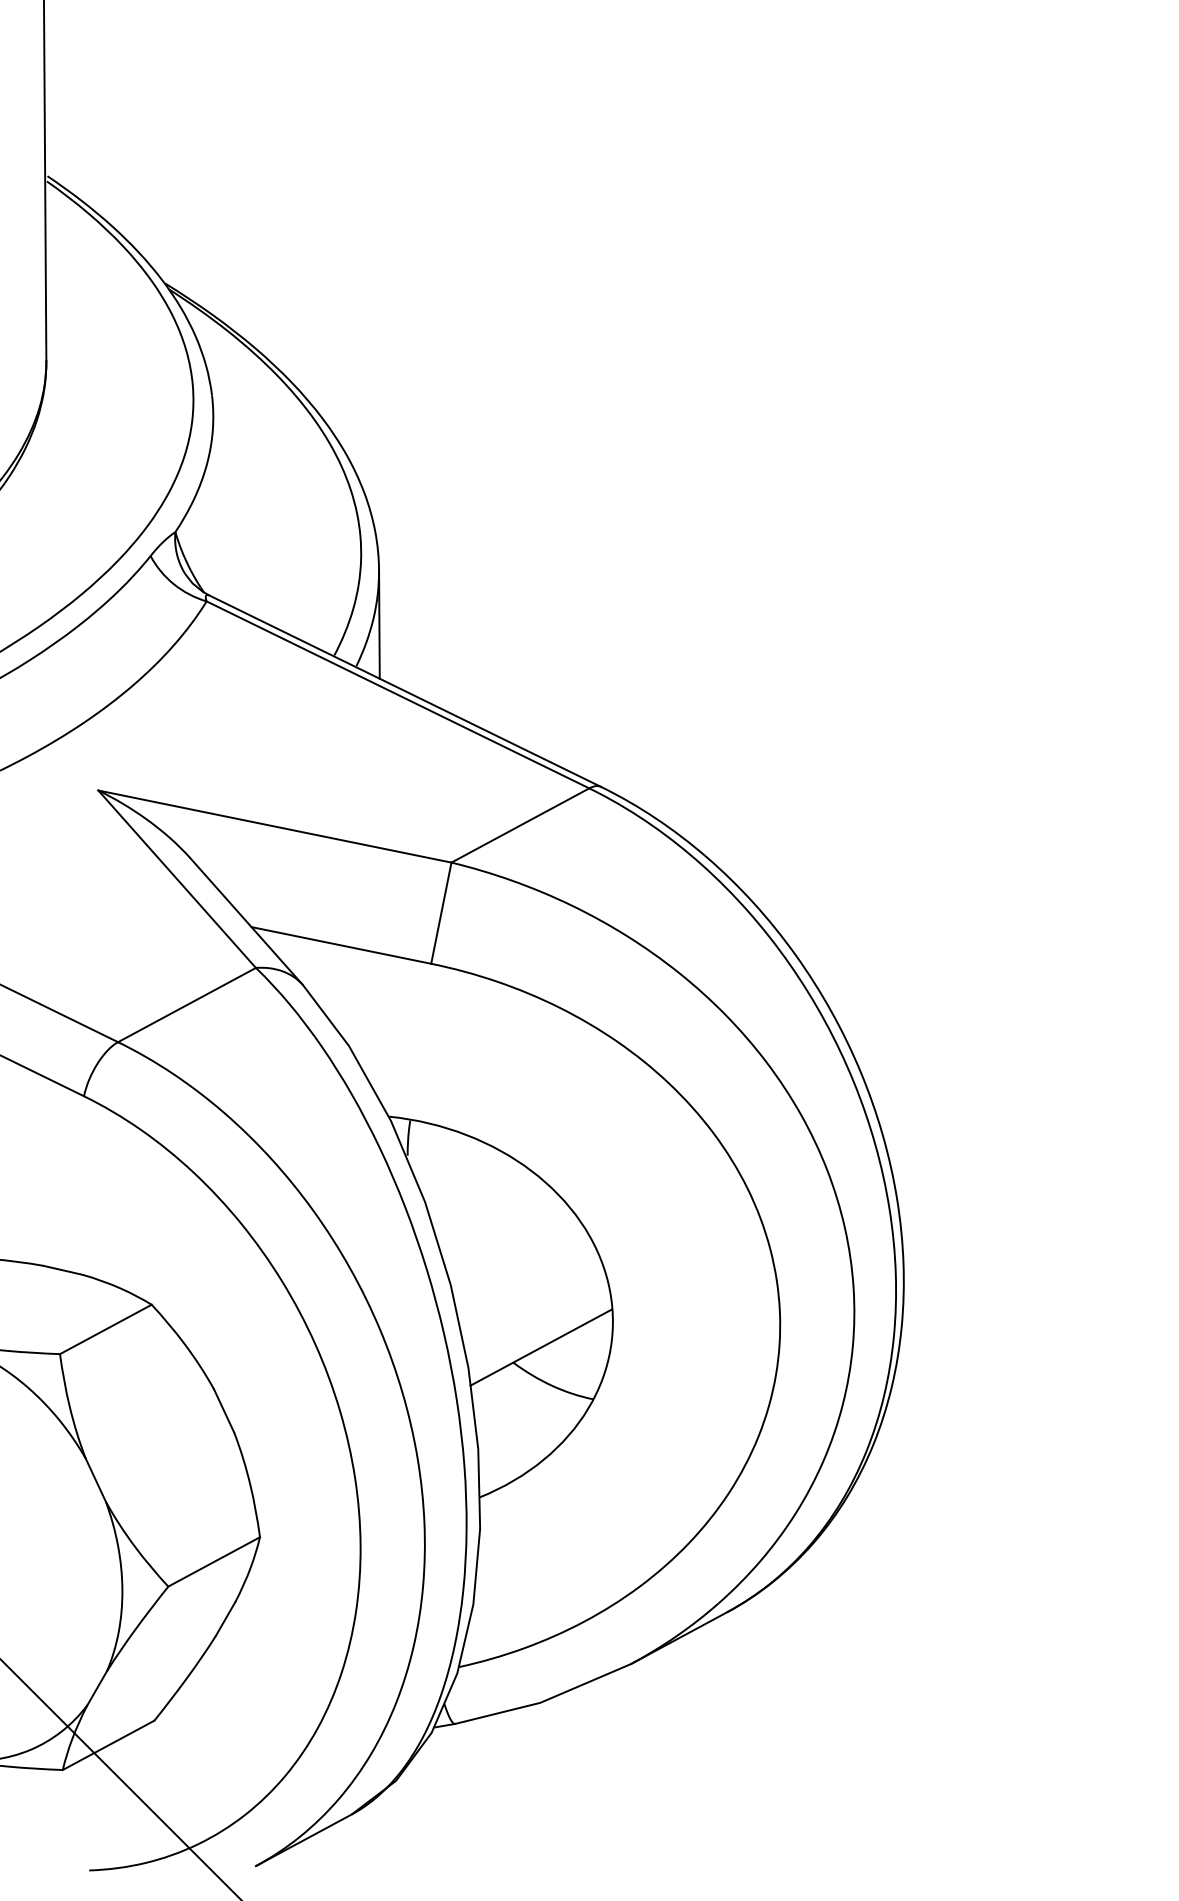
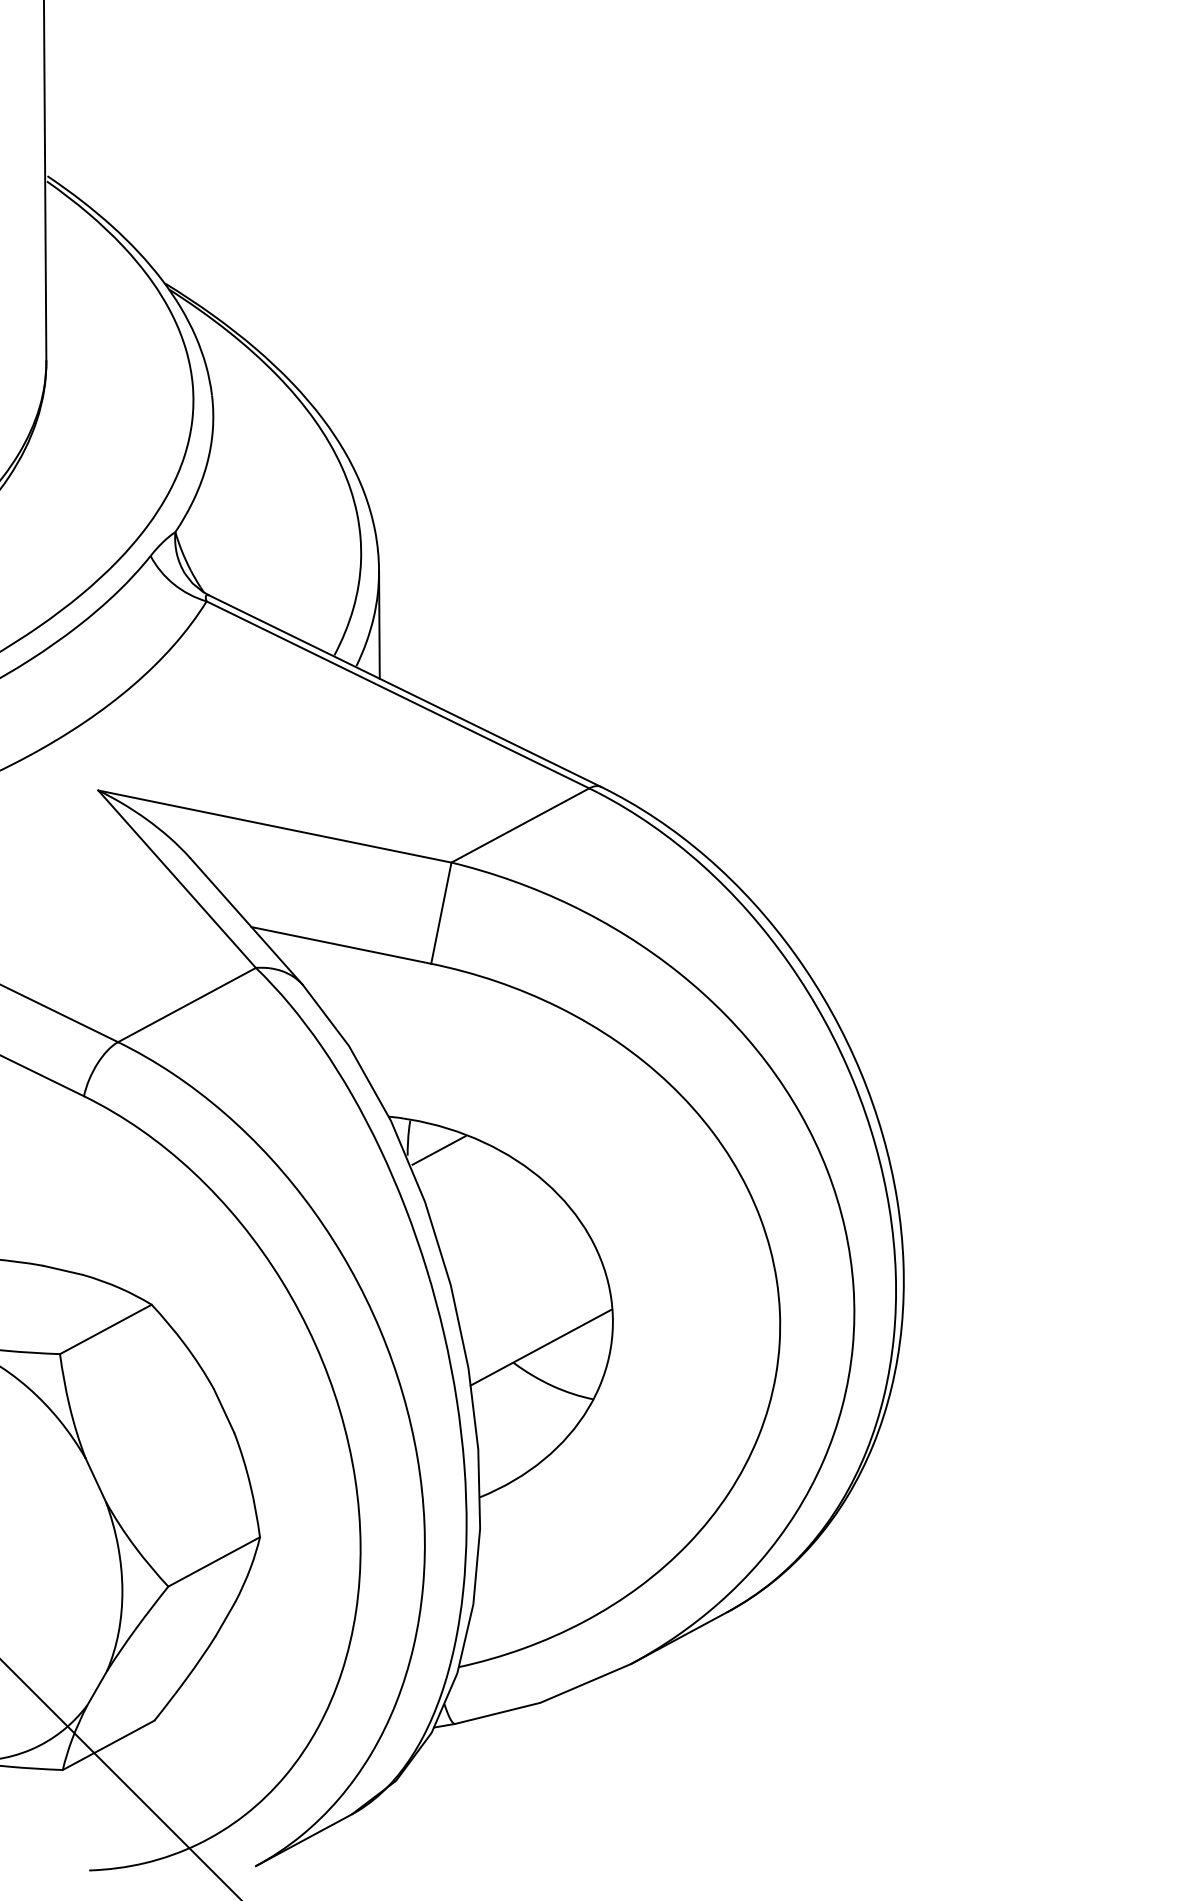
line at (438, 1150): none -> present
